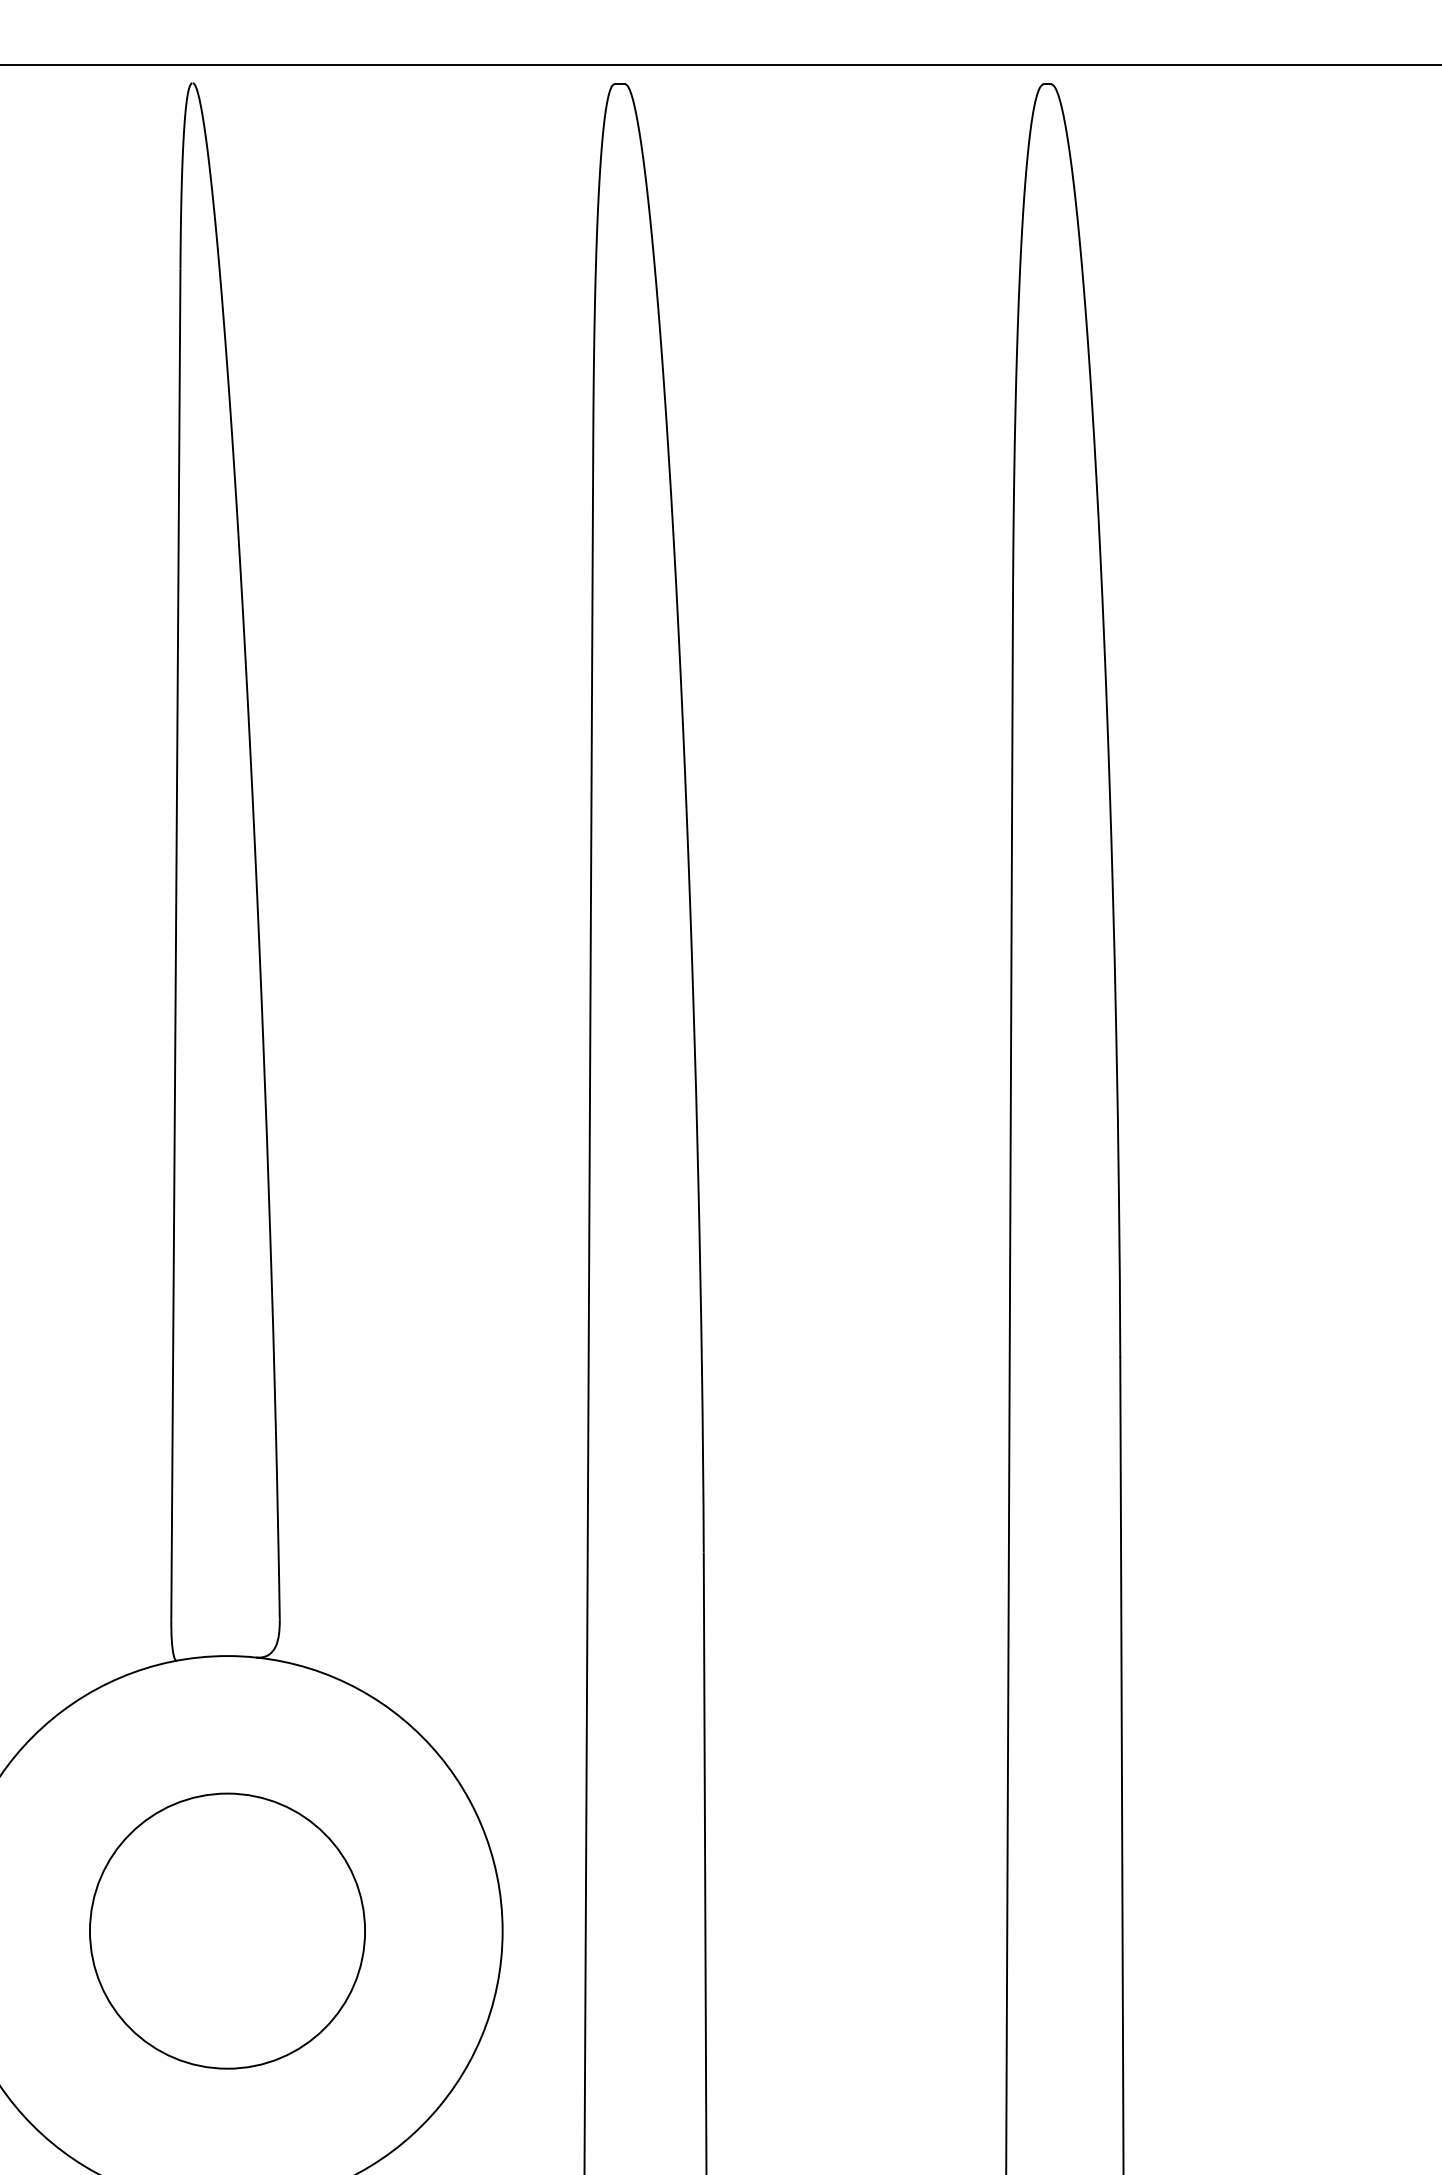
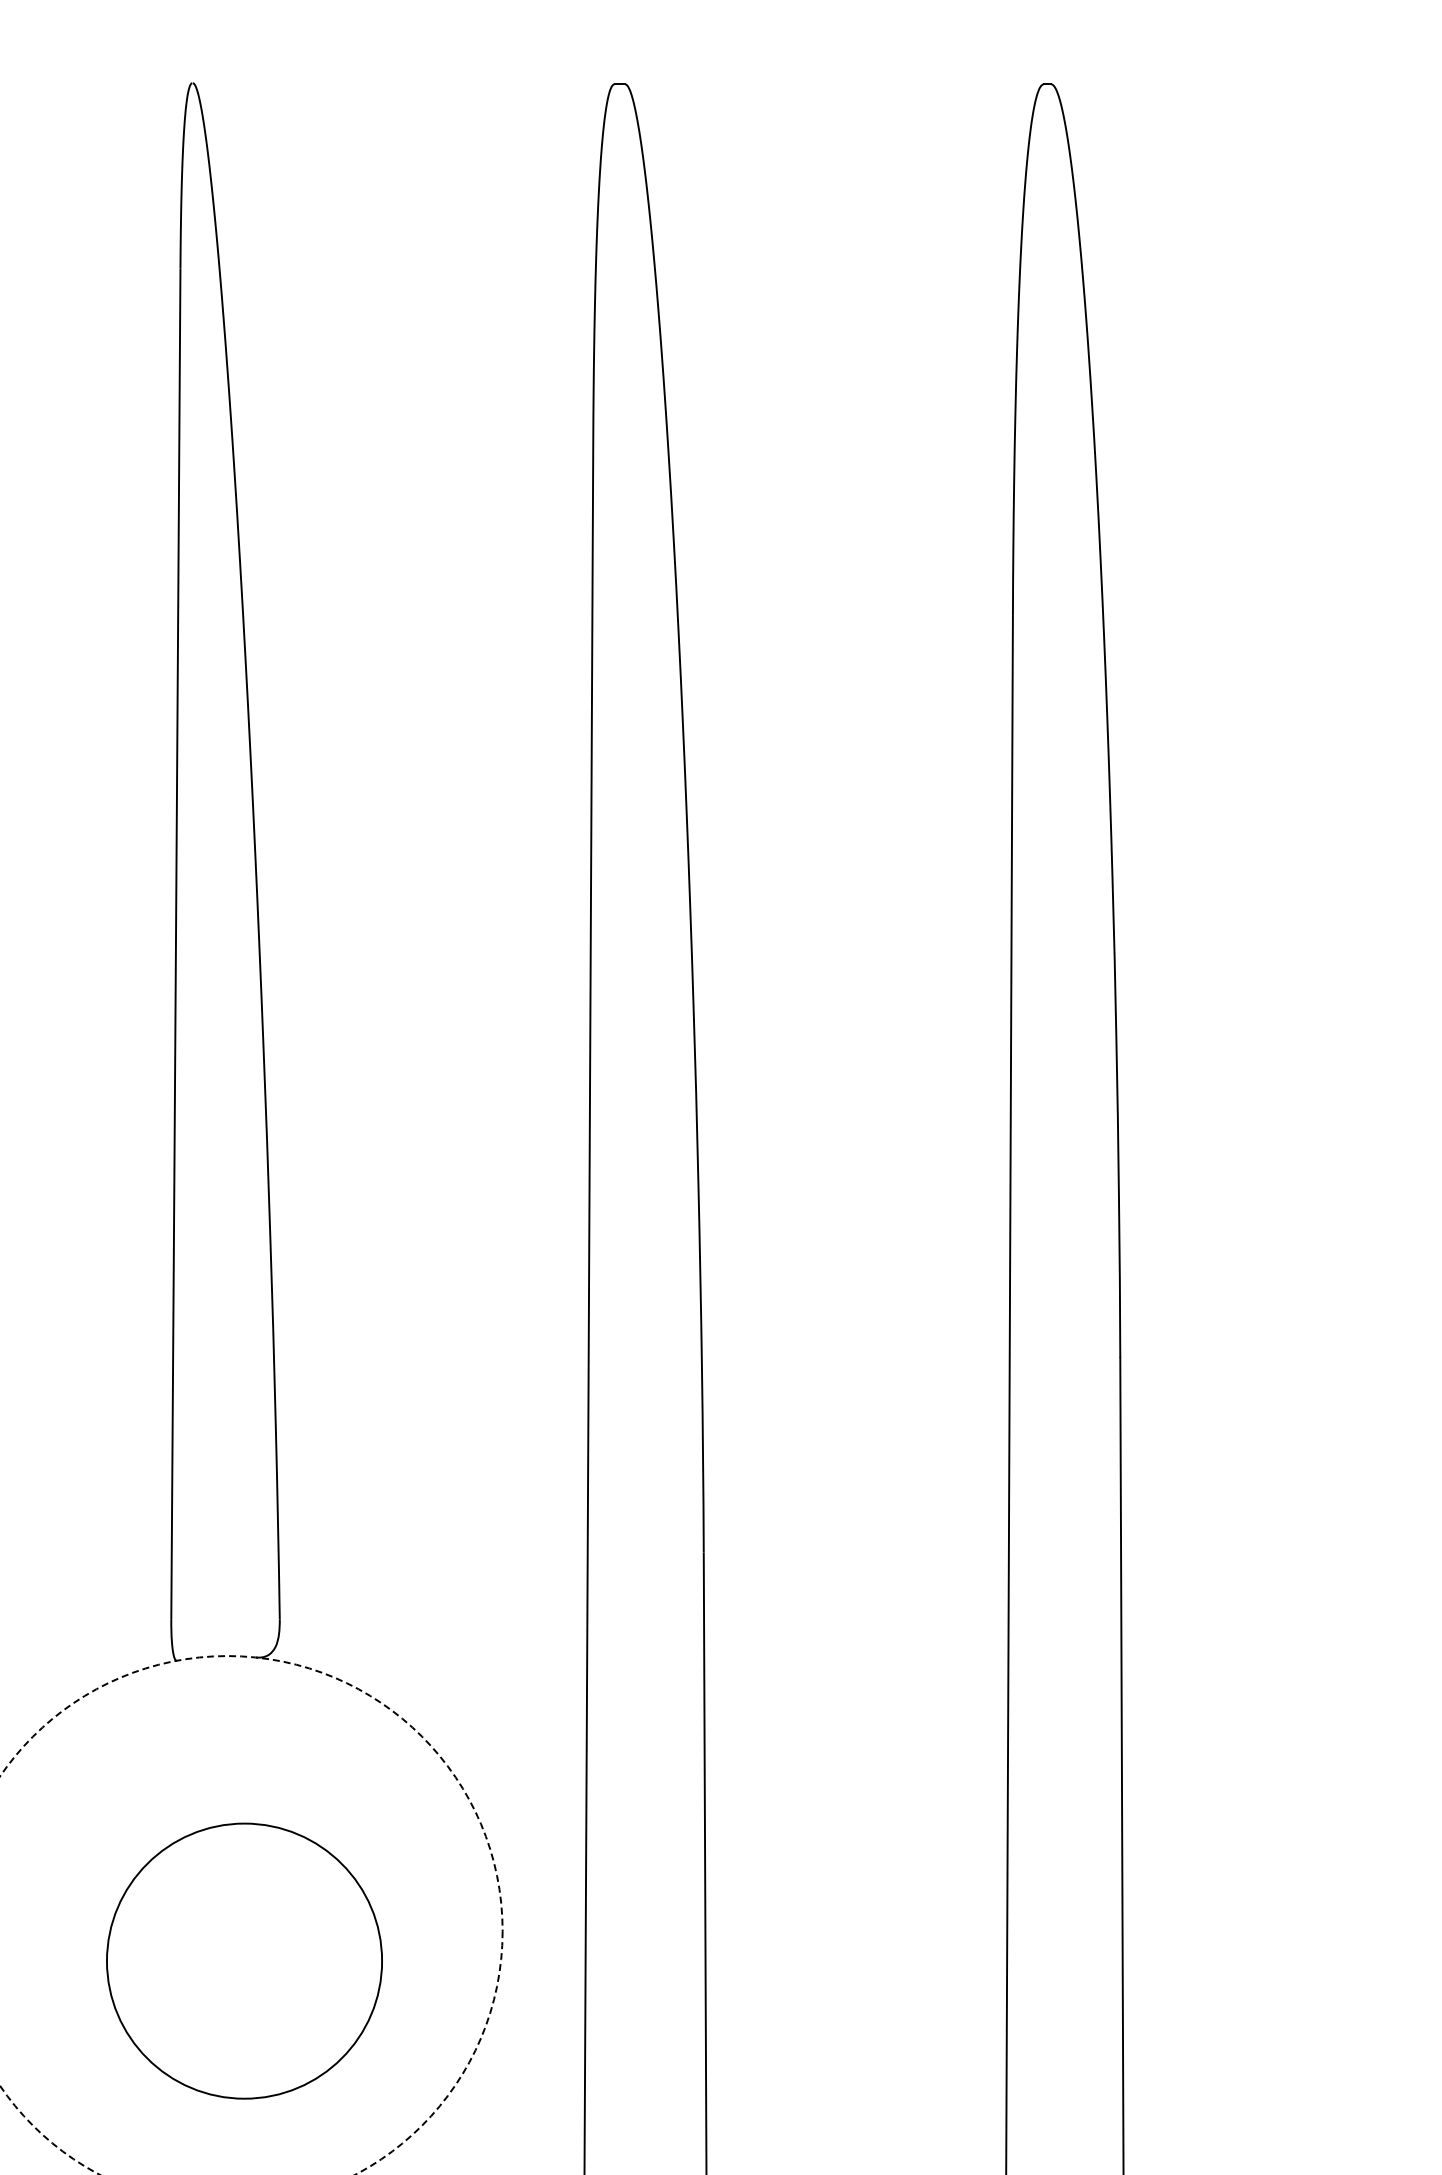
line at (720, 65): present -> none
circle at (251, 1915): solid -> dashed
circle at (227, 1930) position: (227, 1930) -> (244, 1960)
